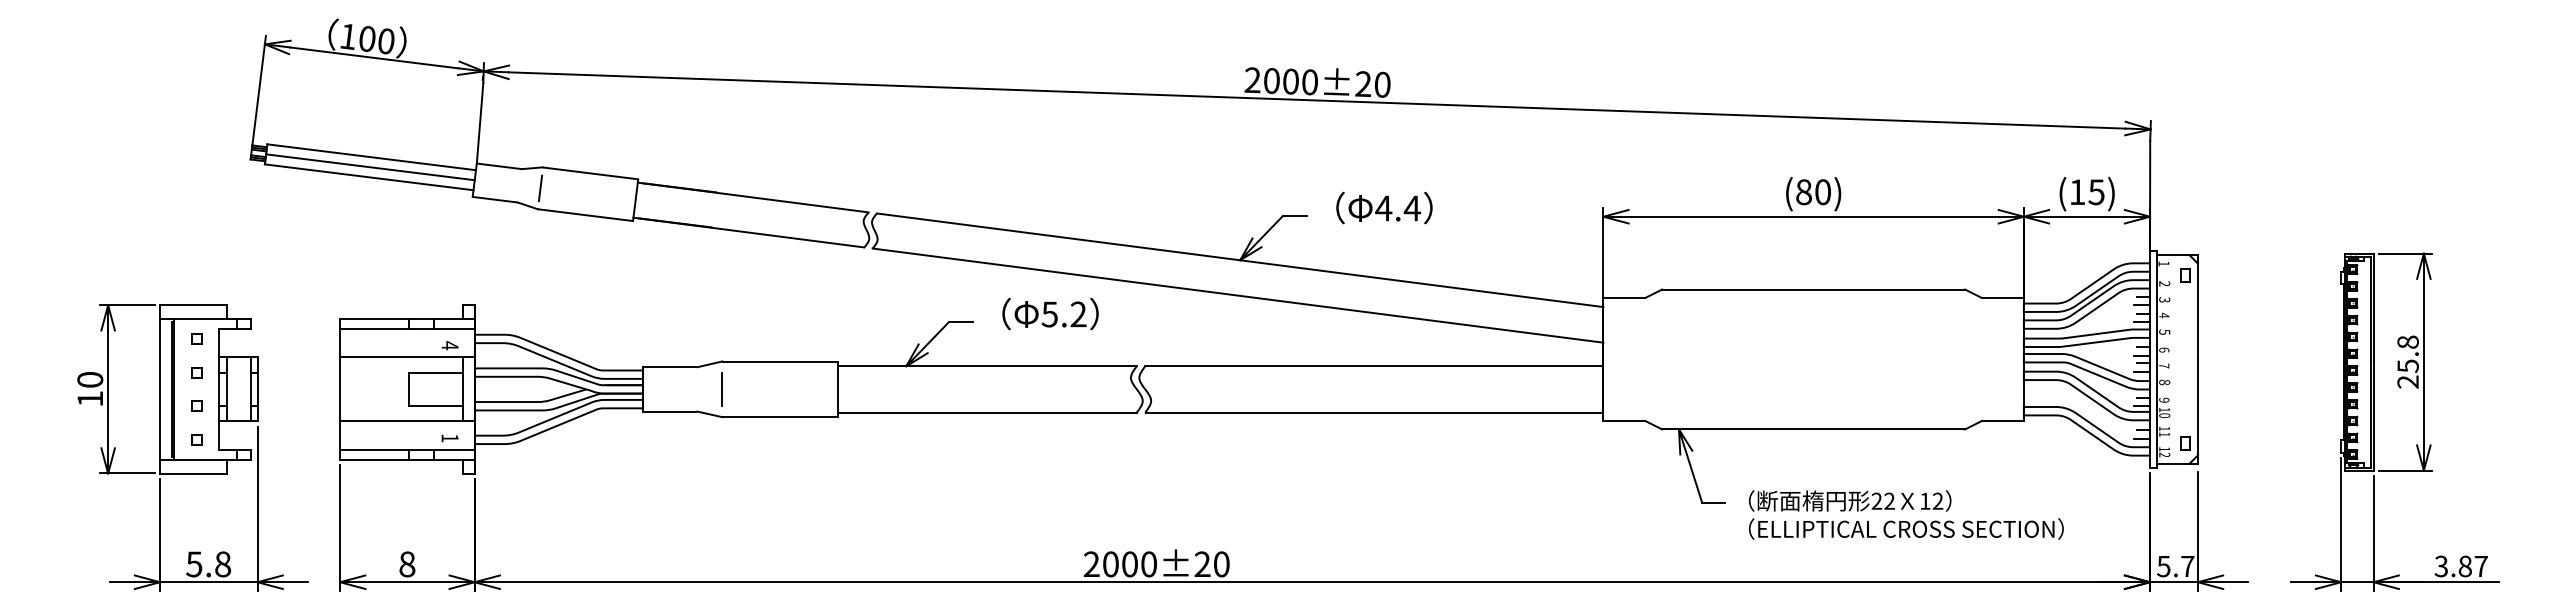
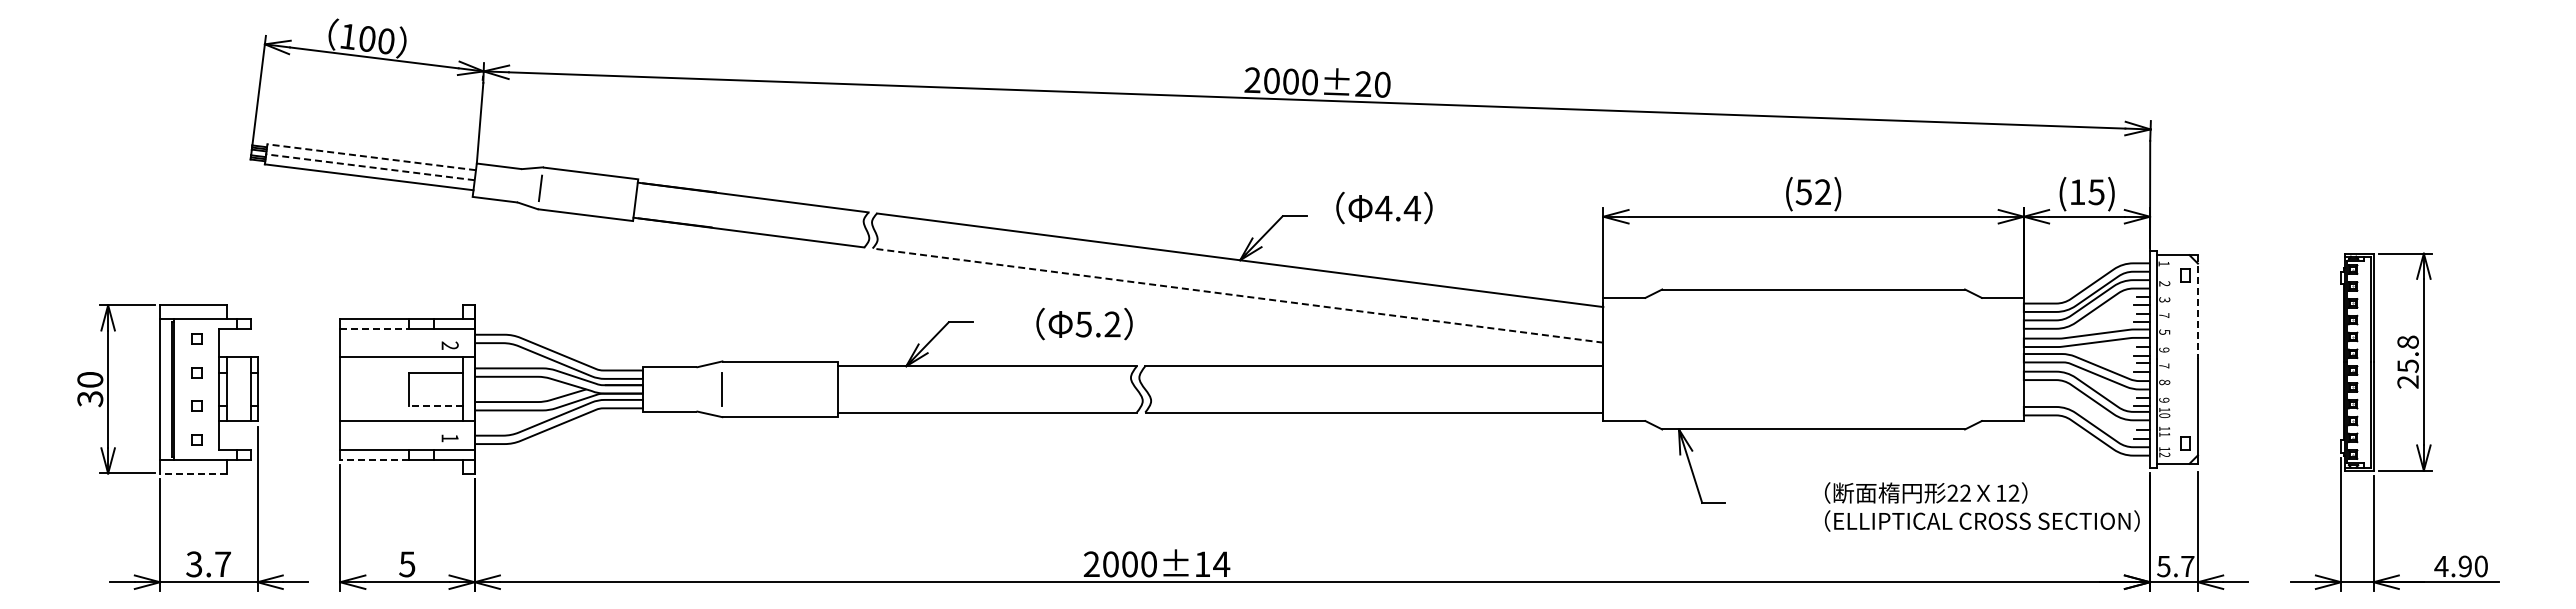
line at (371, 157): solid -> dashed
line at (369, 167): solid -> dashed
text at (1812, 192): (80) -> (52)
line at (1237, 295): solid -> dashed
line at (2197, 307): solid -> dashed
text at (1050, 313) position: (1050, 313) -> (1084, 323)
text at (2164, 315): 4 -> 7
line at (375, 328): solid -> dashed
text at (449, 345): 4 -> 2
text at (2164, 349): 6 -> 9
text at (90, 399): 10 -> 30
line at (436, 406): solid -> dashed
line at (374, 460): solid -> dashed
line at (193, 473): solid -> dashed
text at (1906, 514) position: (1906, 514) -> (1982, 506)
text at (208, 564): 5.8 -> 3.7
text at (407, 564): 8 -> 5
text at (1212, 564): 2000±20 -> 2000±14
text at (2460, 566): 3.87 -> 4.90
